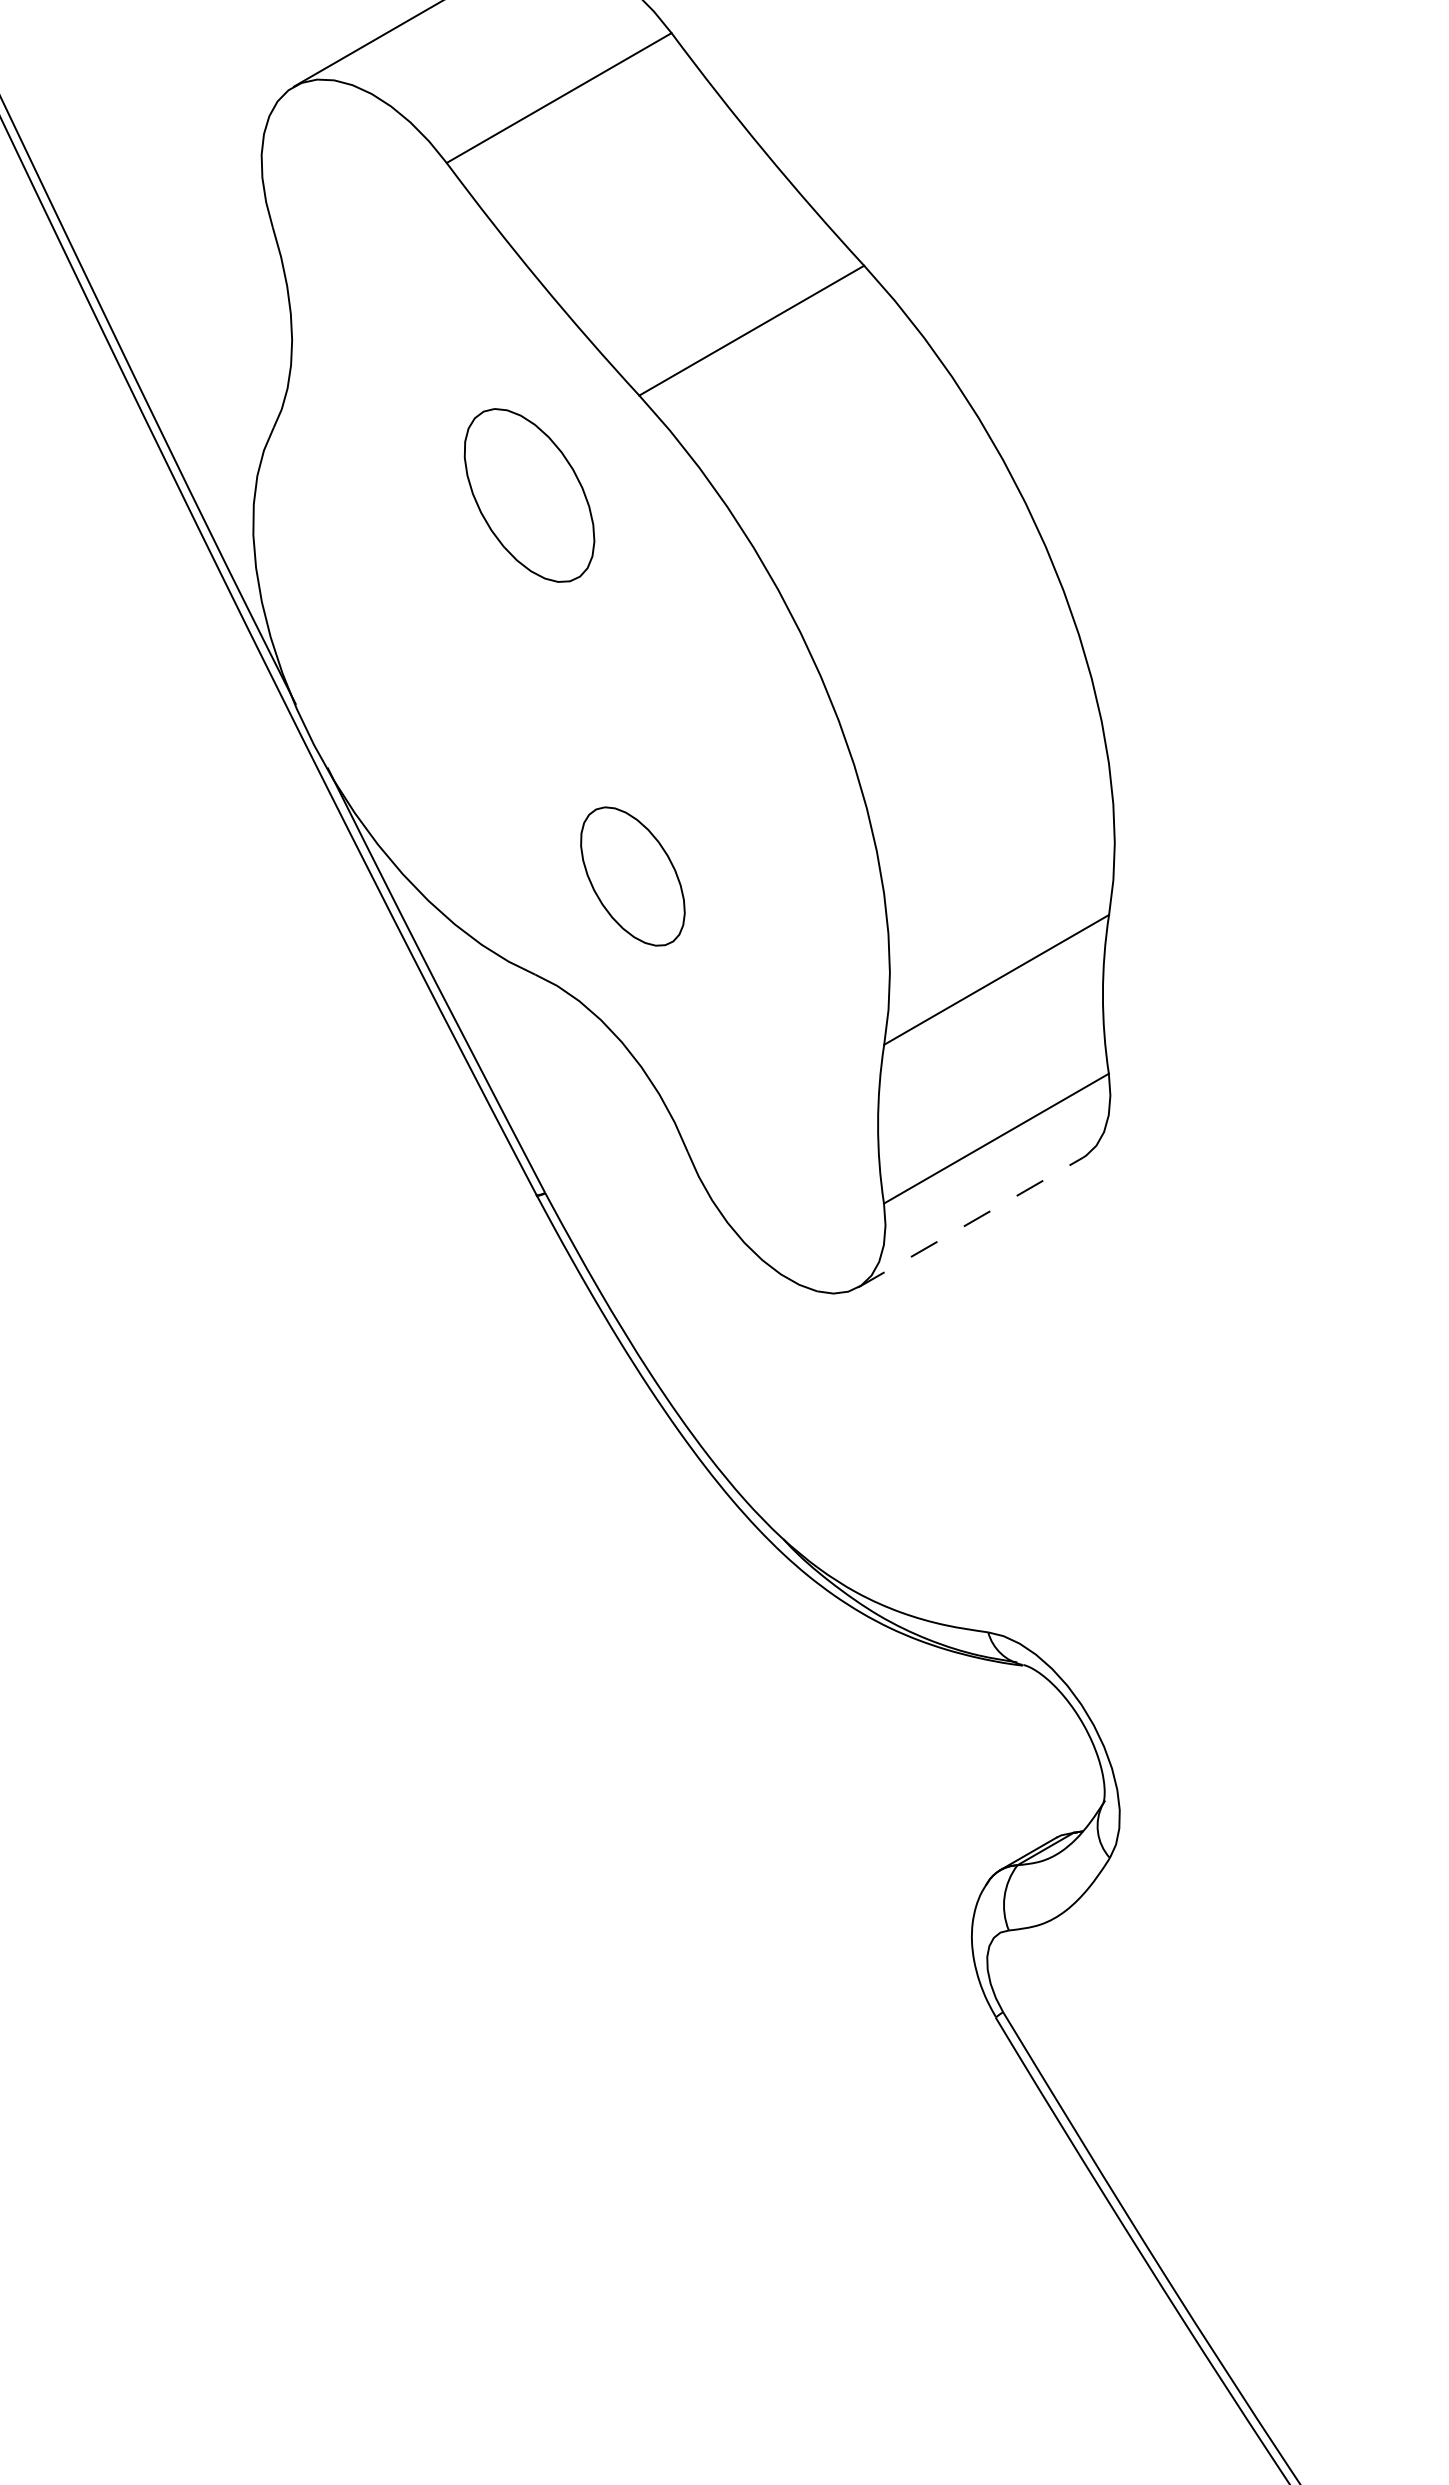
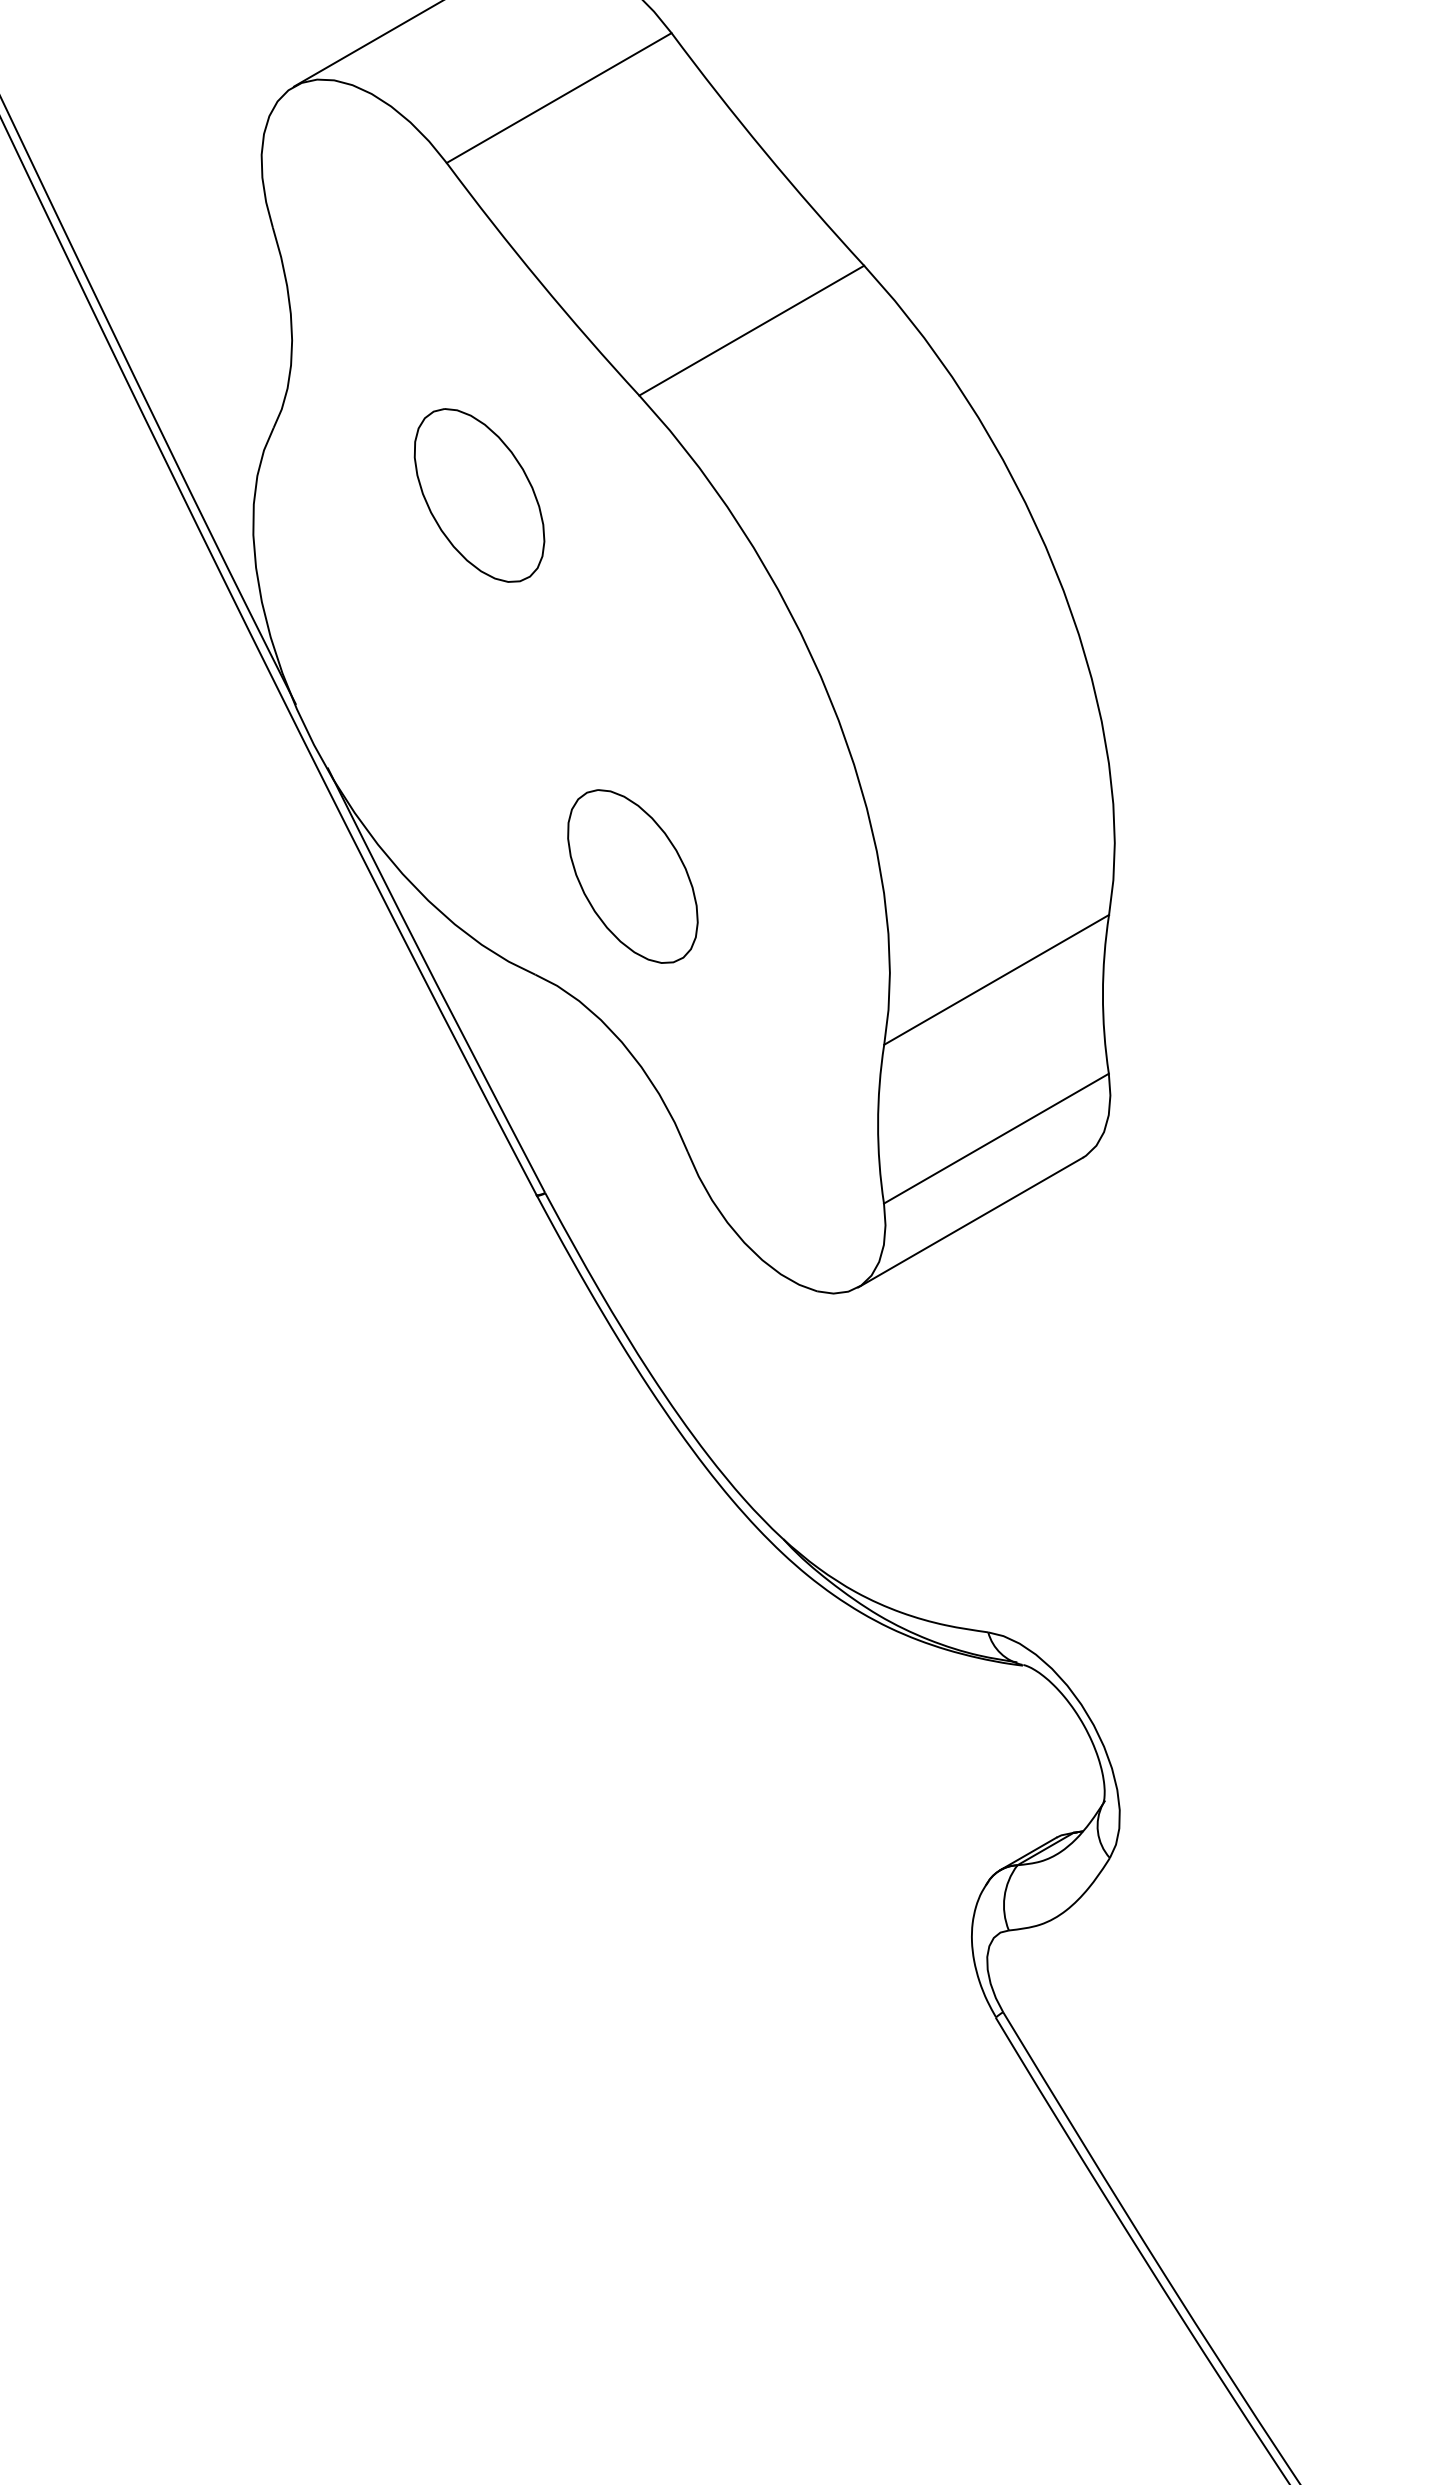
part at (529, 495) position: (529, 495) -> (479, 495)
part at (632, 876) size: 106x141 px -> 132x175 px
line at (970, 1222): dashed -> solid
